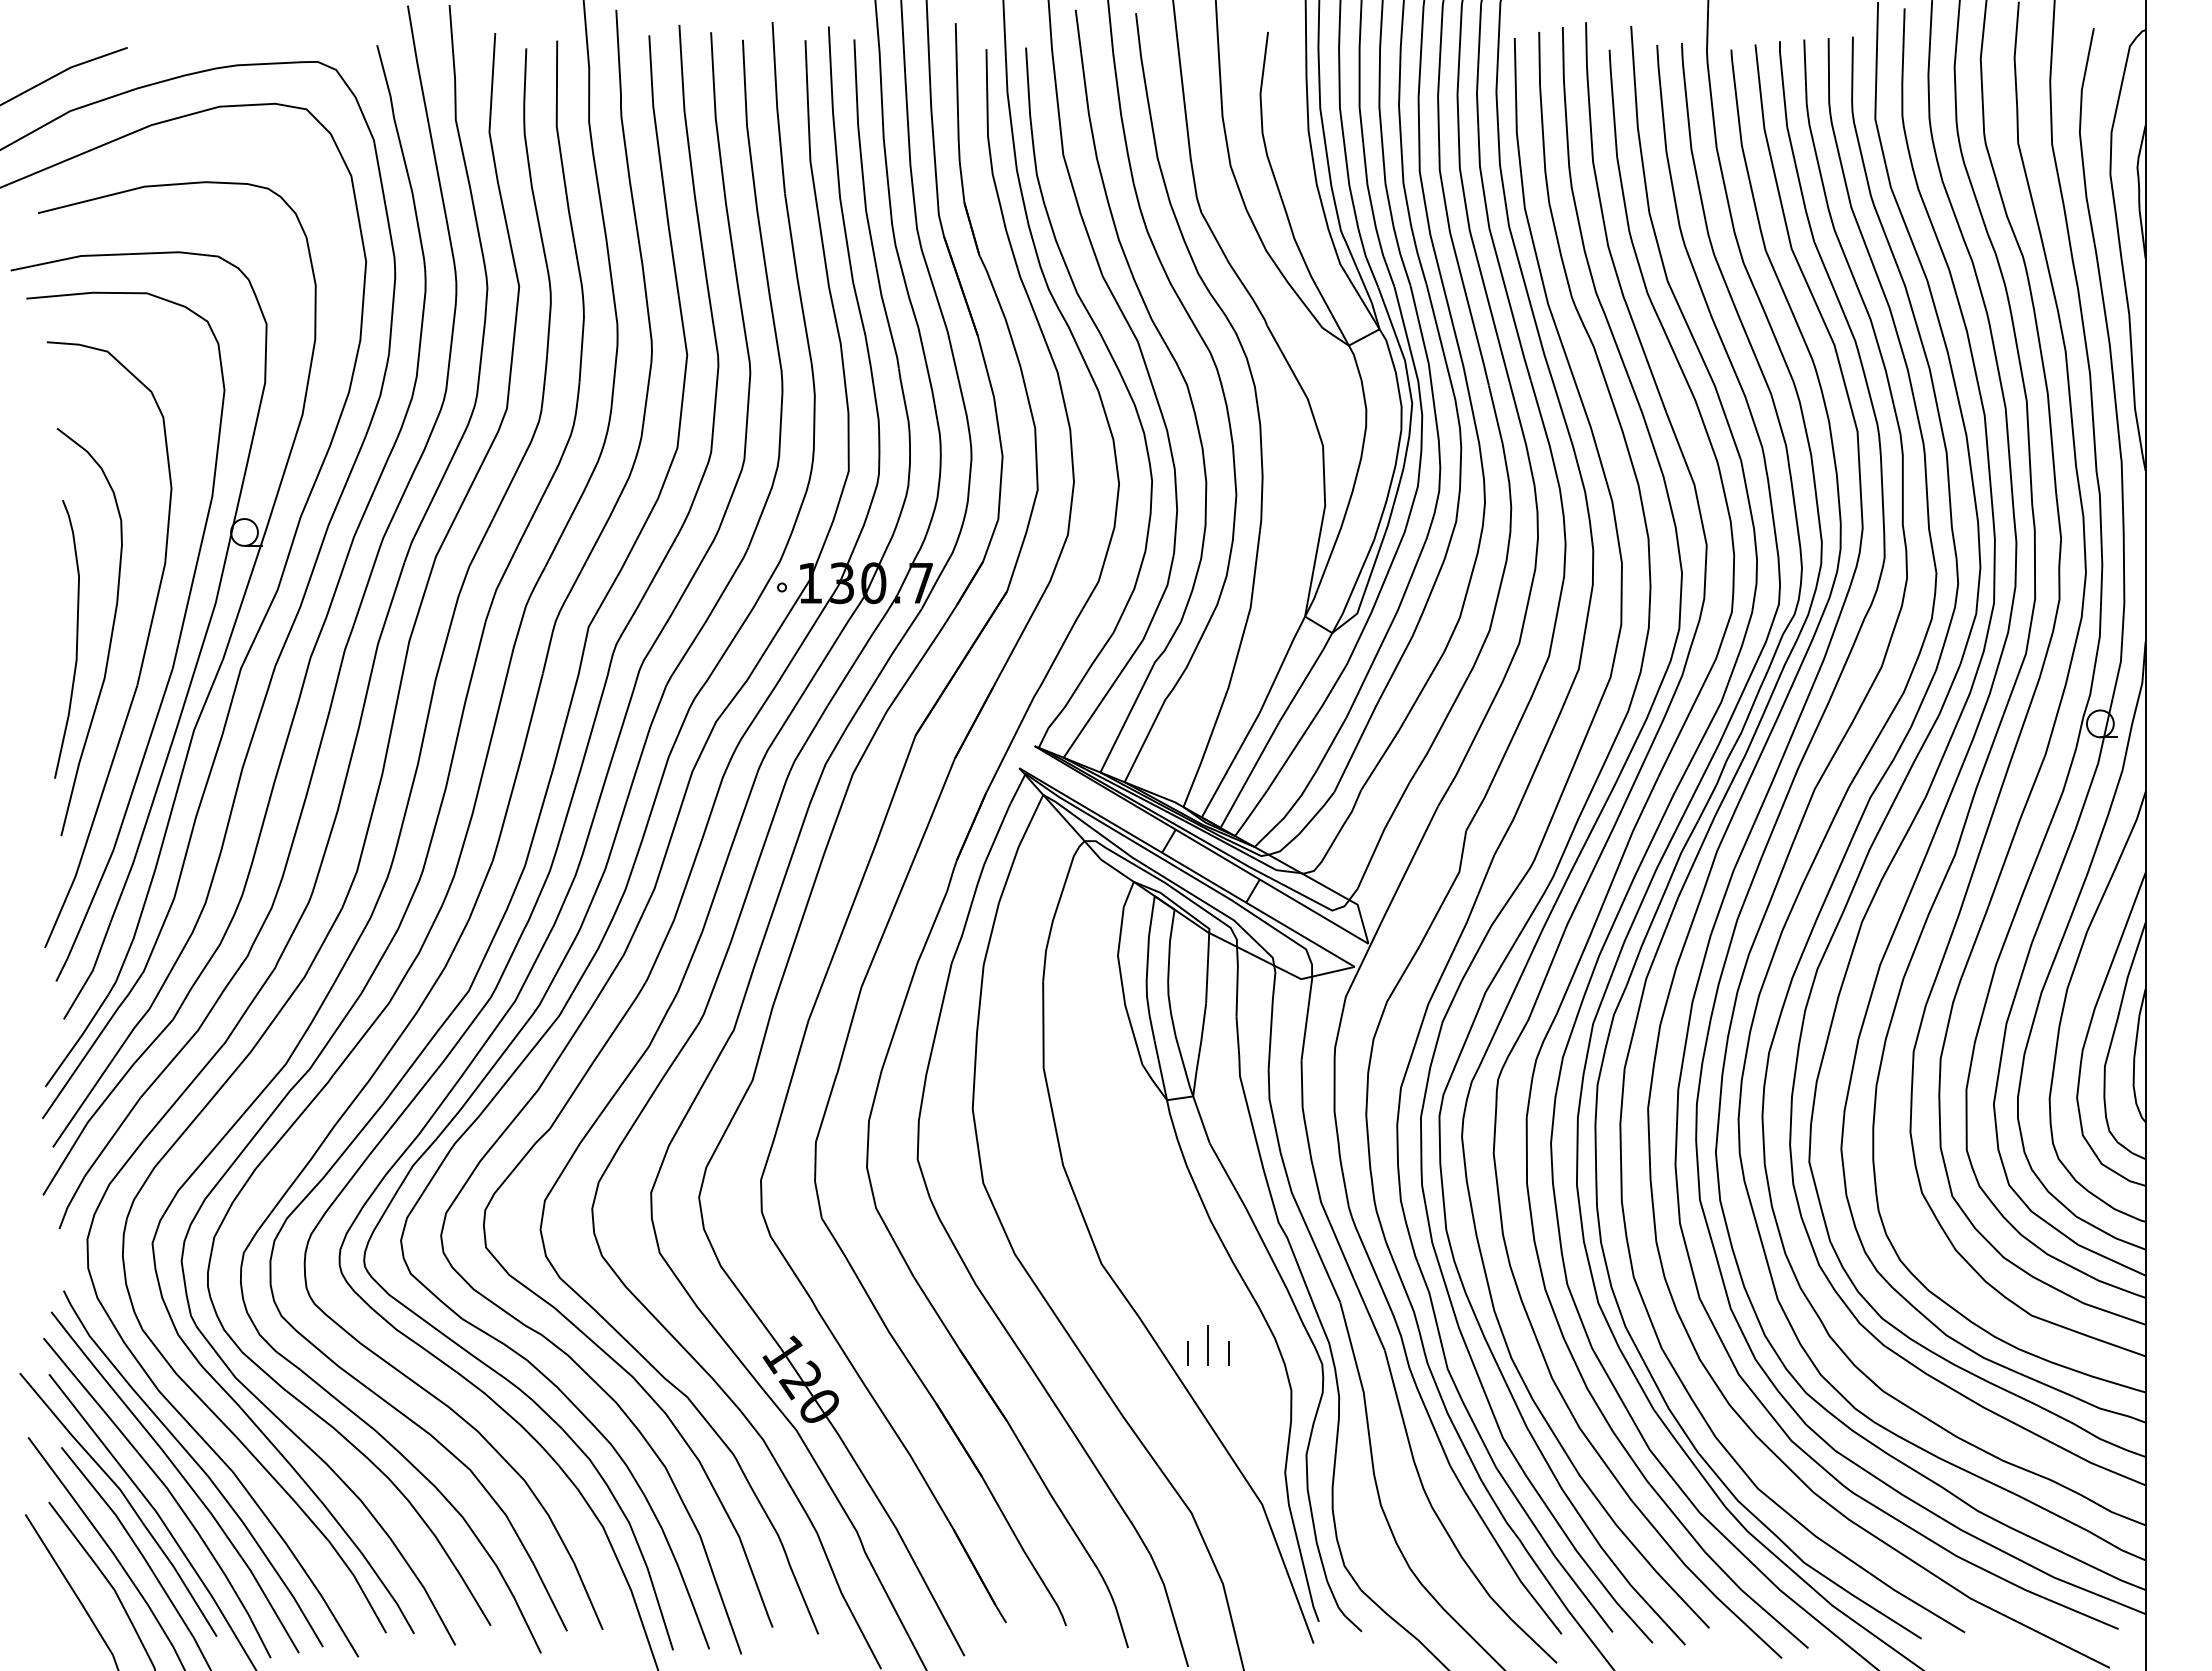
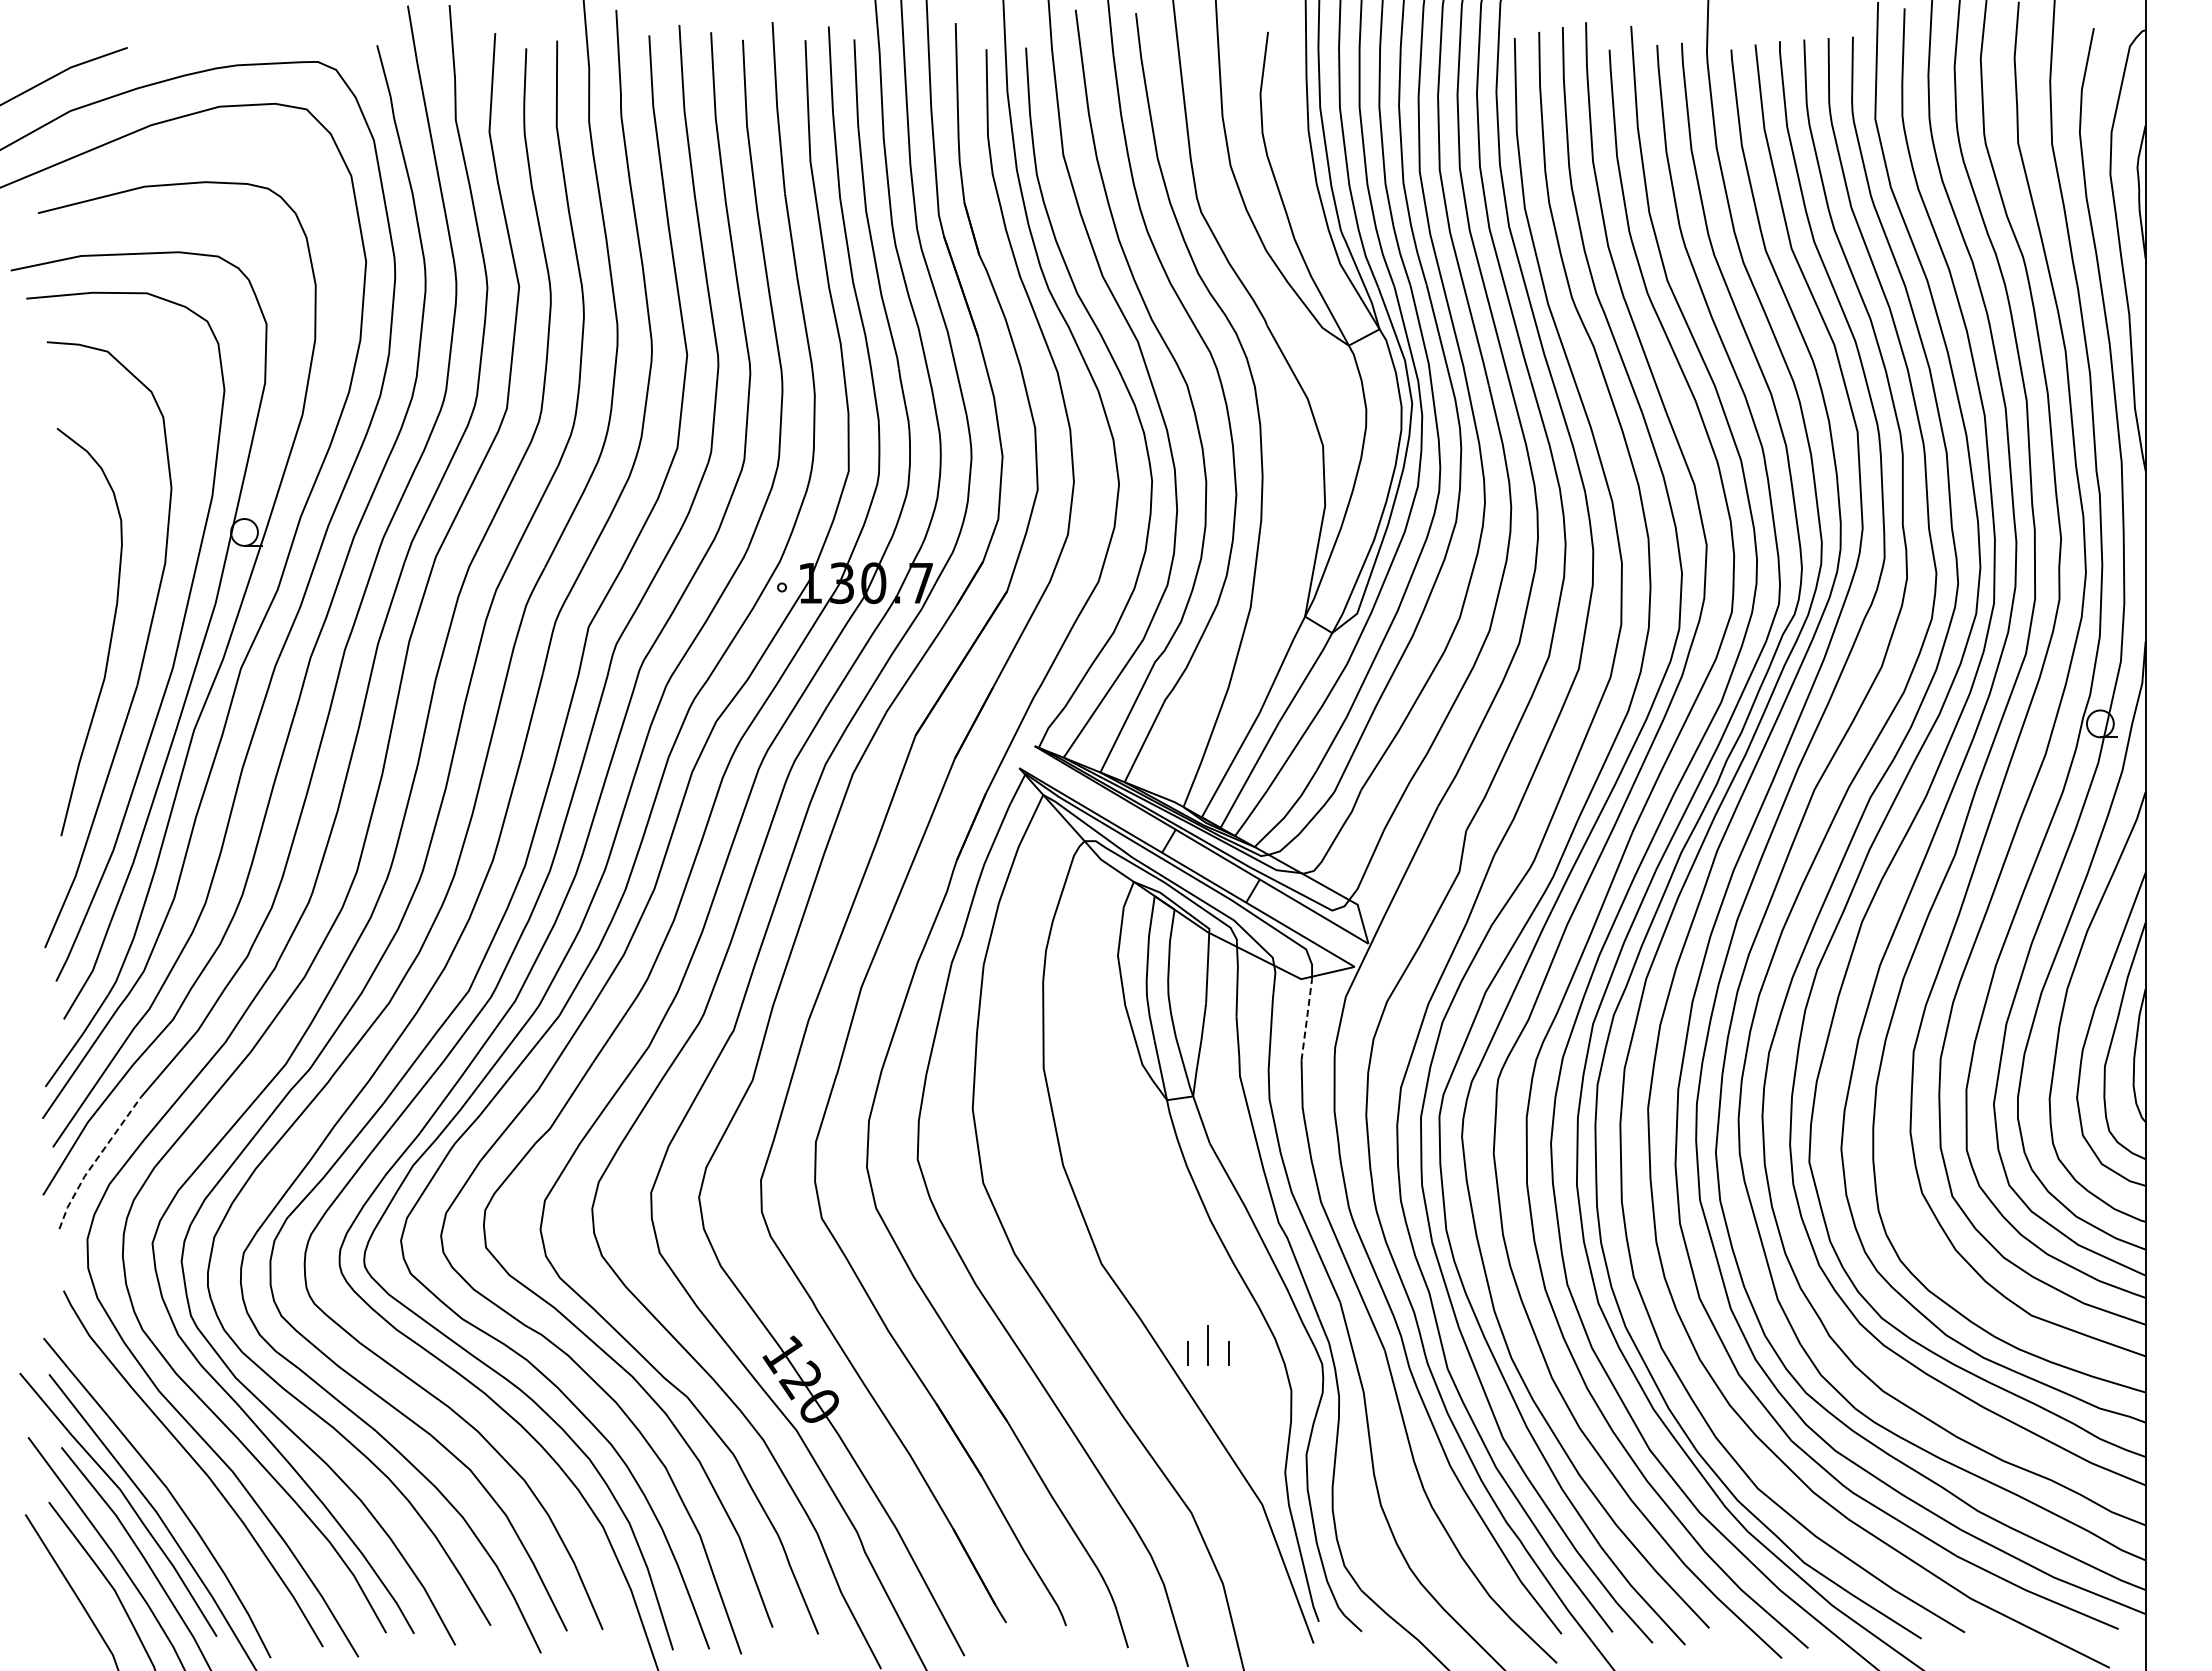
curve at (76, 639): present -> none
line at (1307, 1017): solid -> dashed
line at (94, 1162): solid -> dashed
curve at (180, 1475): present -> none
